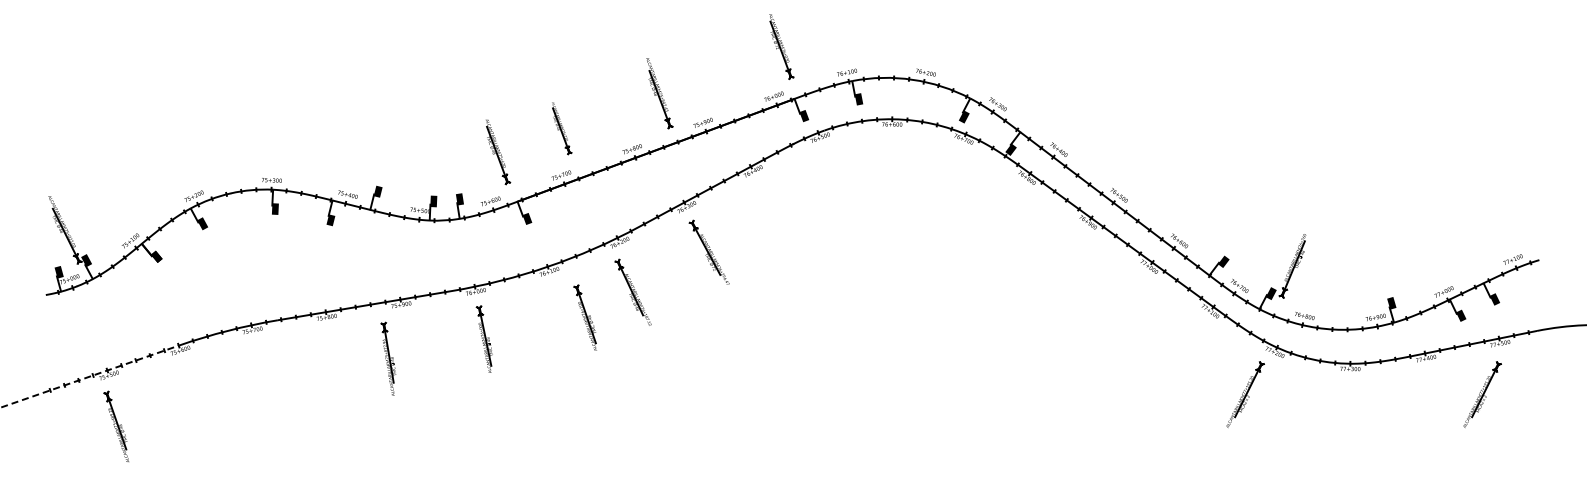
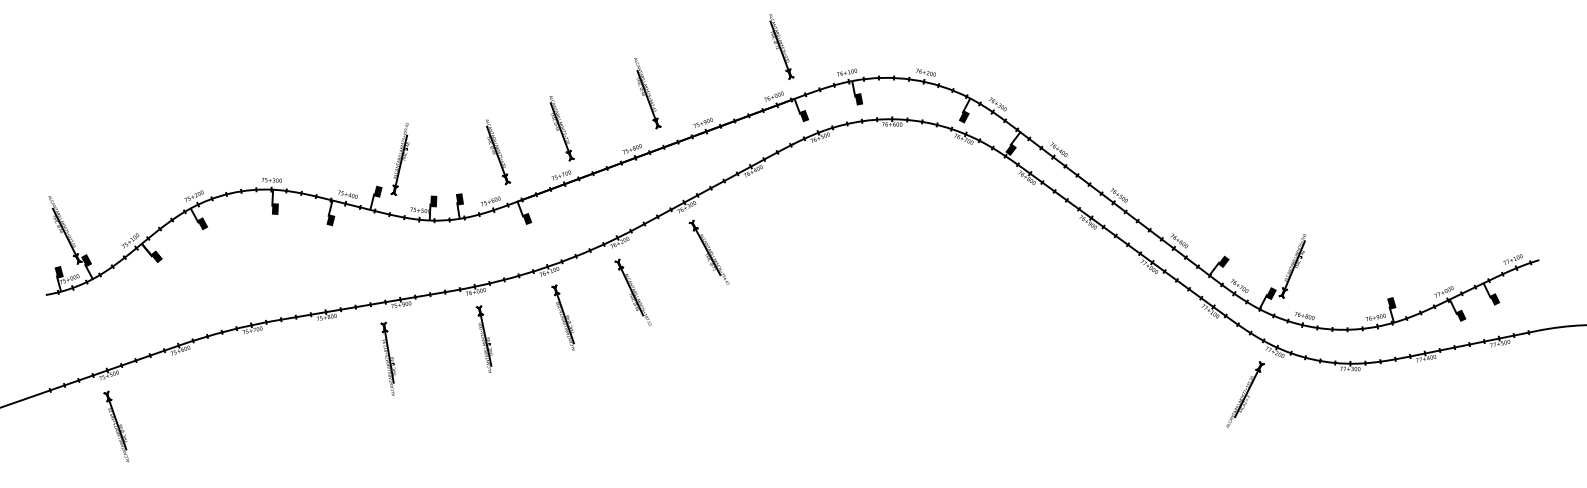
part at (659, 93) position: (659, 93) -> (647, 93)
part at (562, 128) size: 21x54 px -> 26x66 px
part at (399, 159): none -> present
part at (584, 317) position: (584, 317) -> (562, 317)
line at (89, 376): dashed -> solid
part at (1482, 394): present -> none
